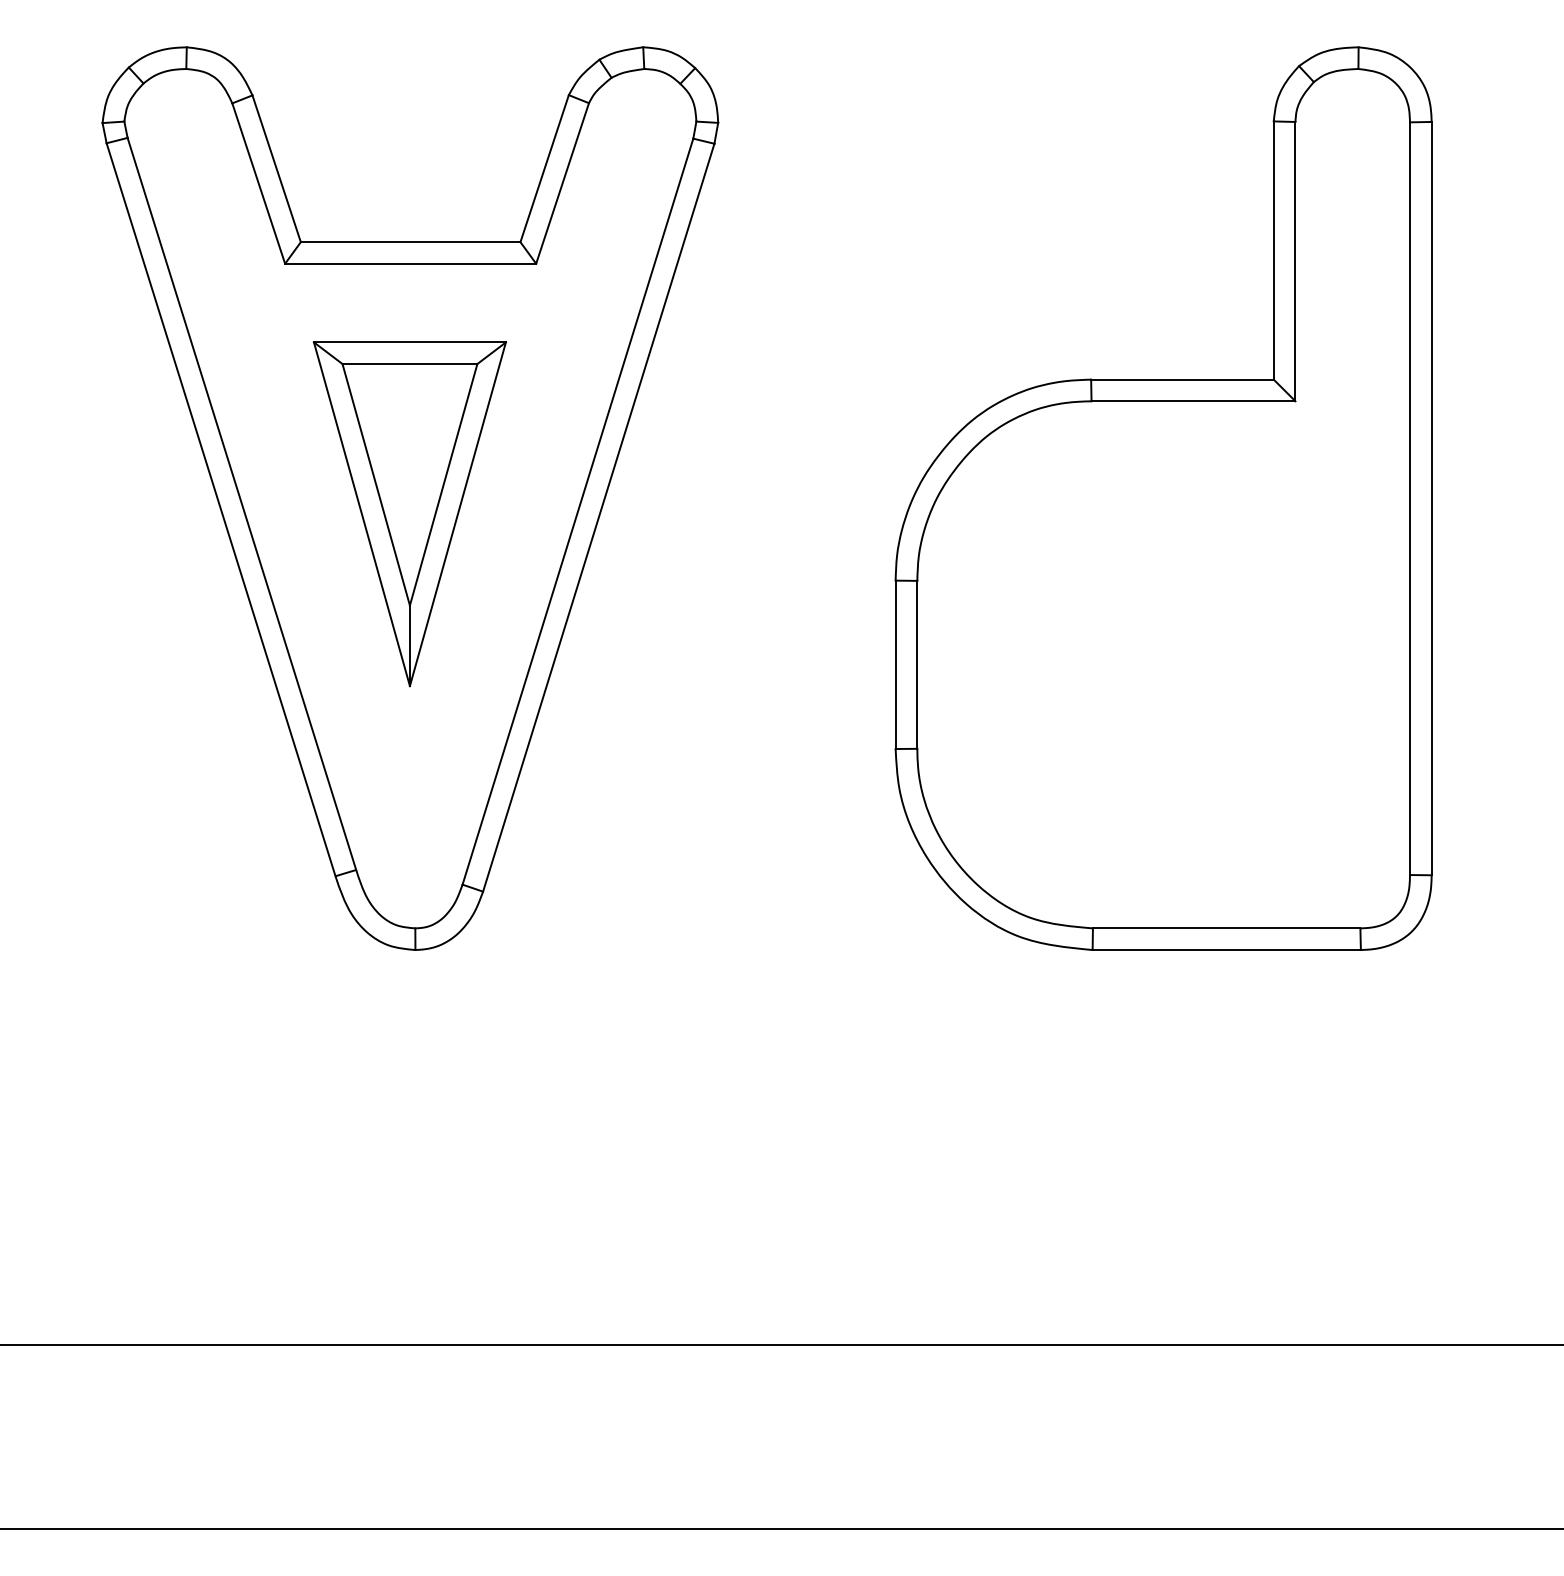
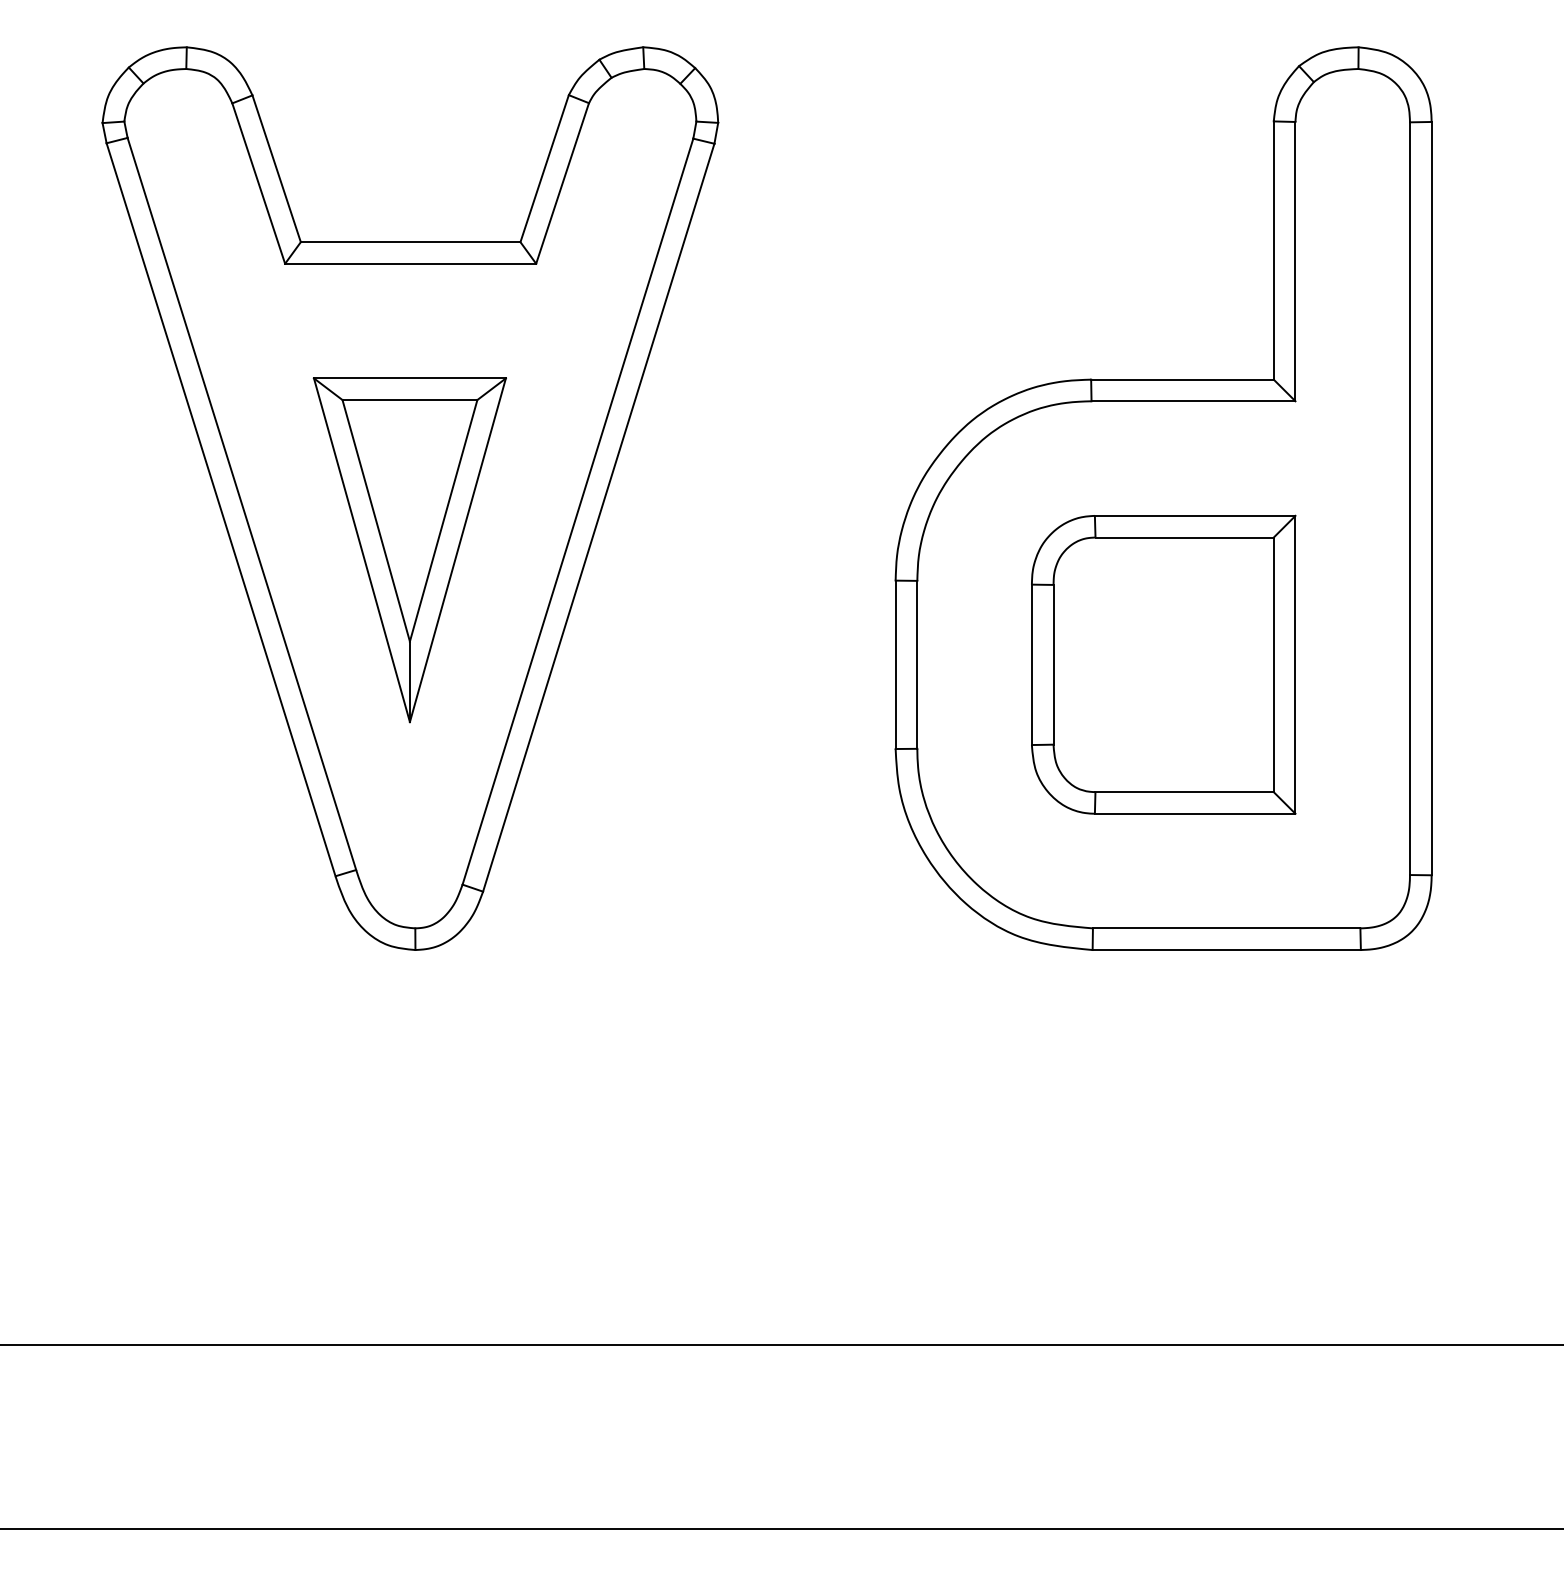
part at (409, 514) position: (409, 514) -> (409, 550)
part at (1163, 664): none -> present
